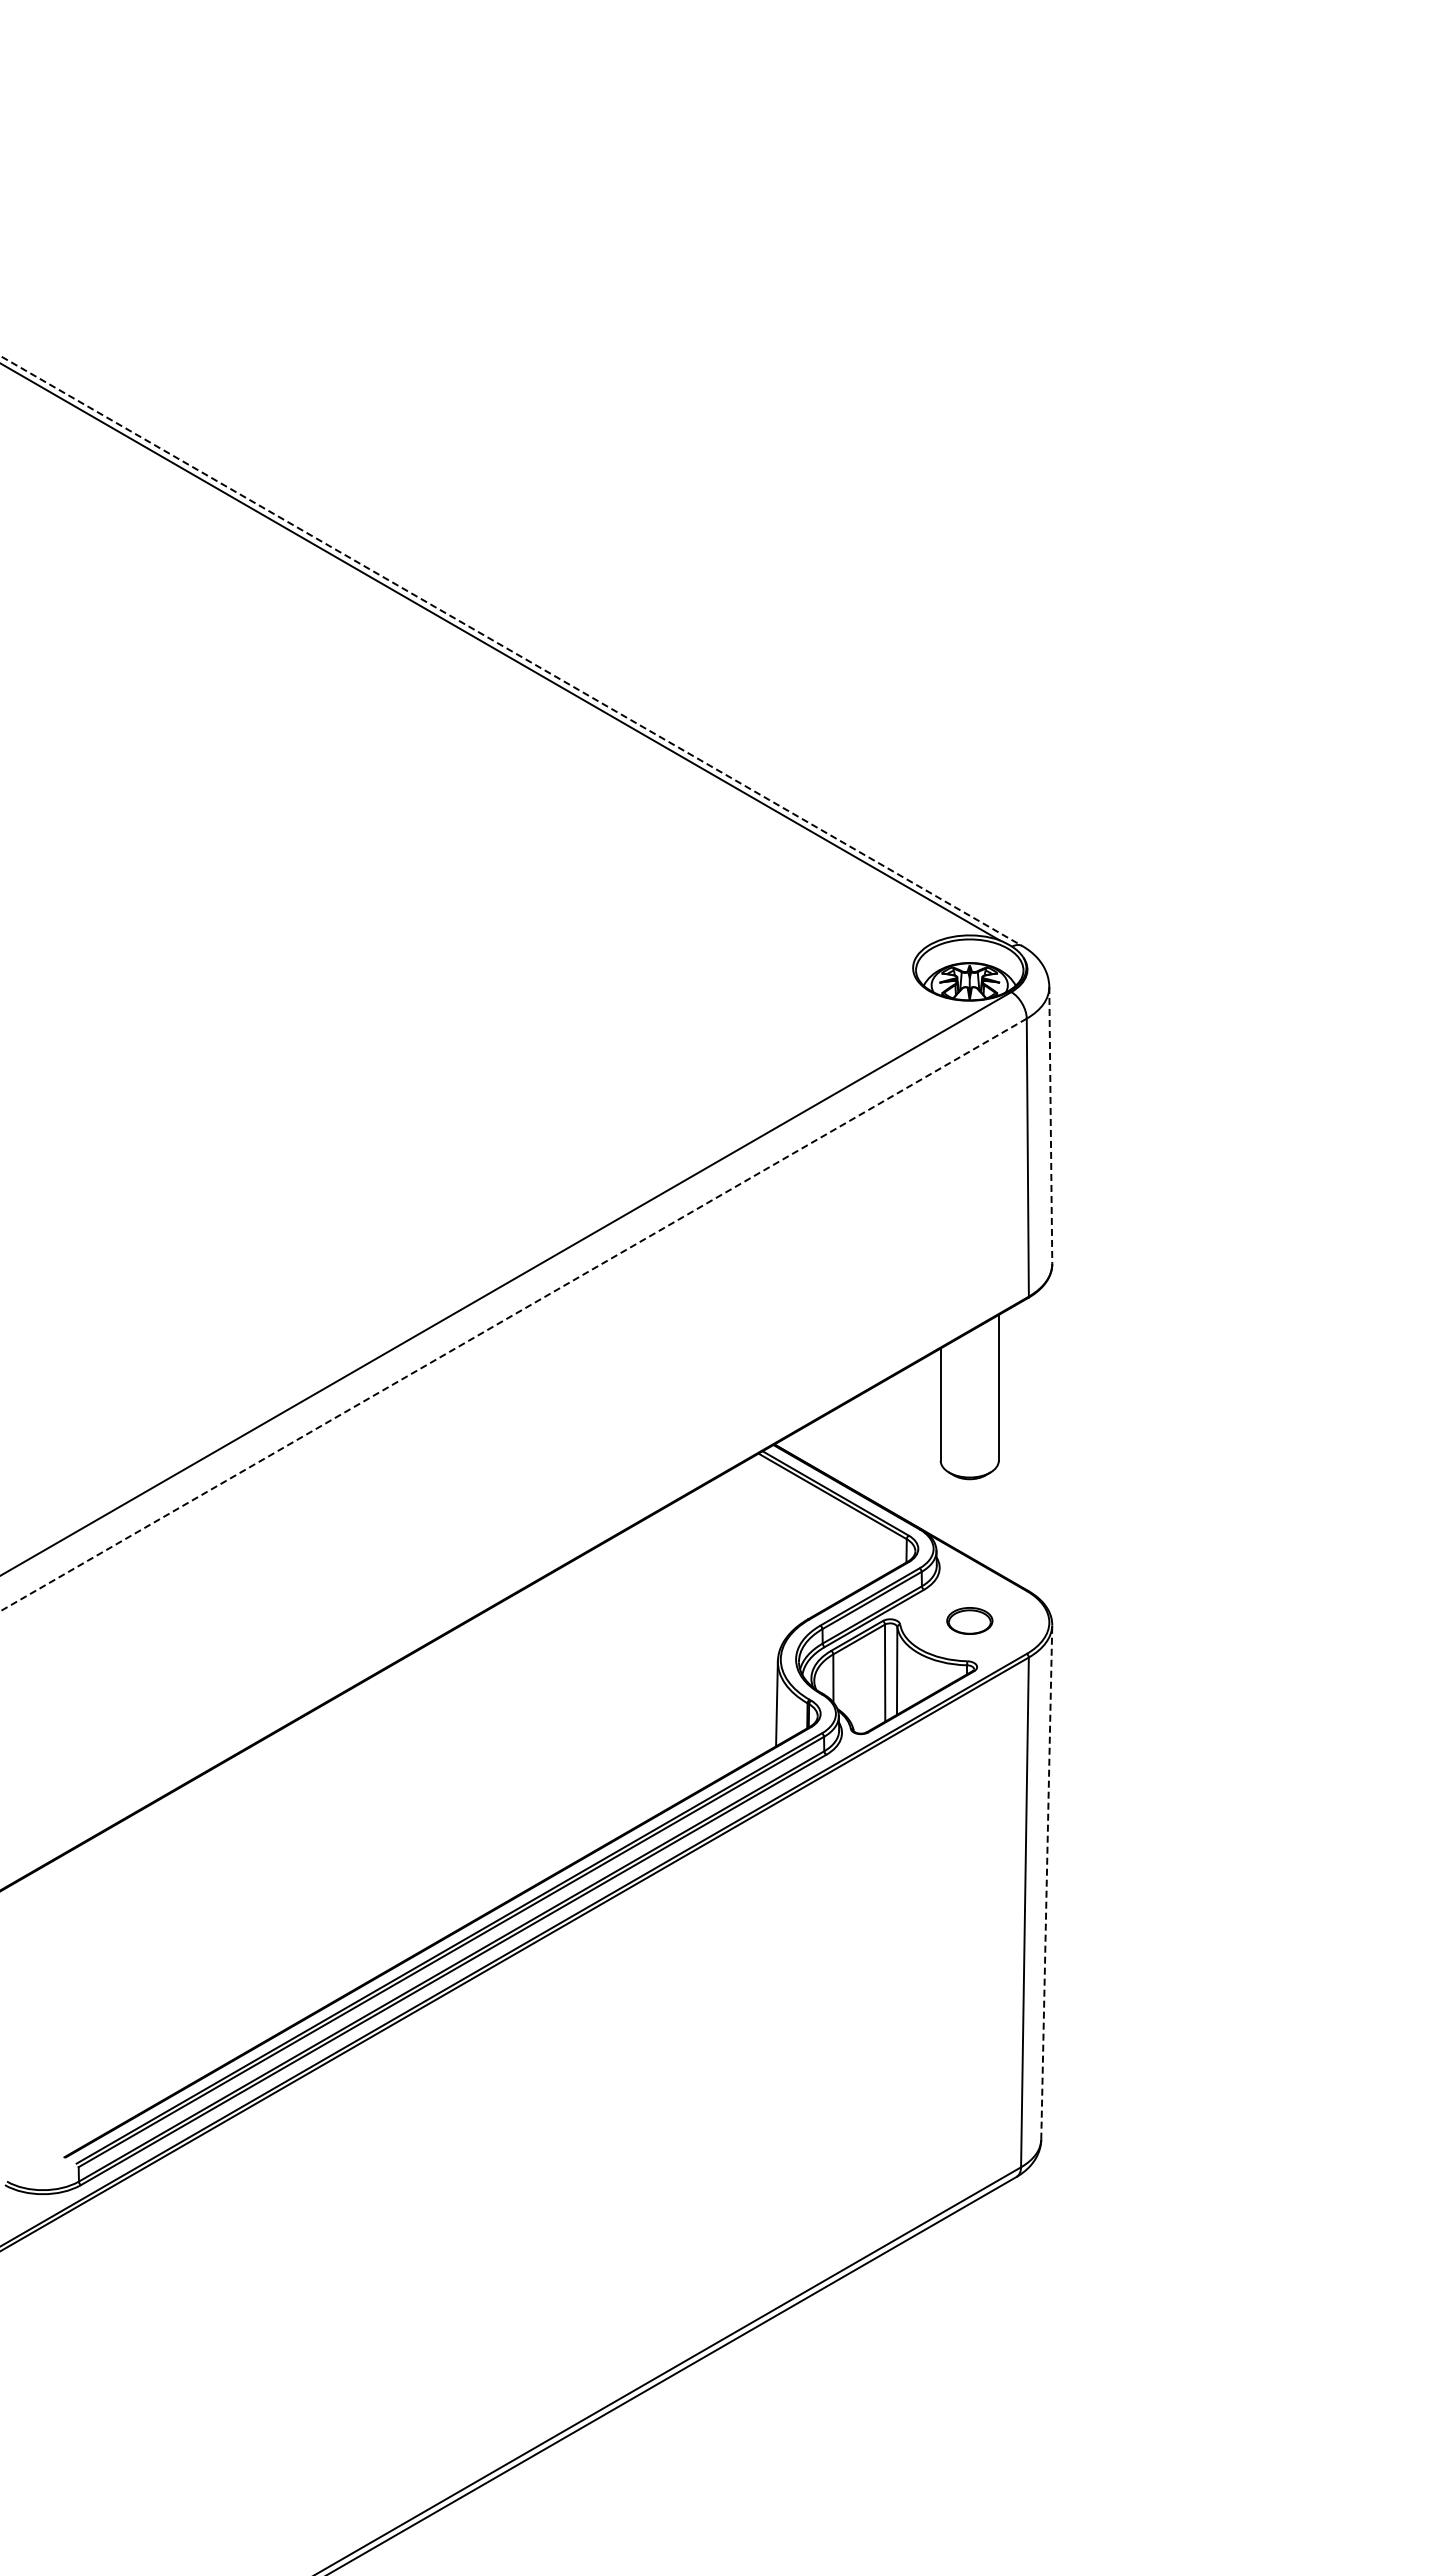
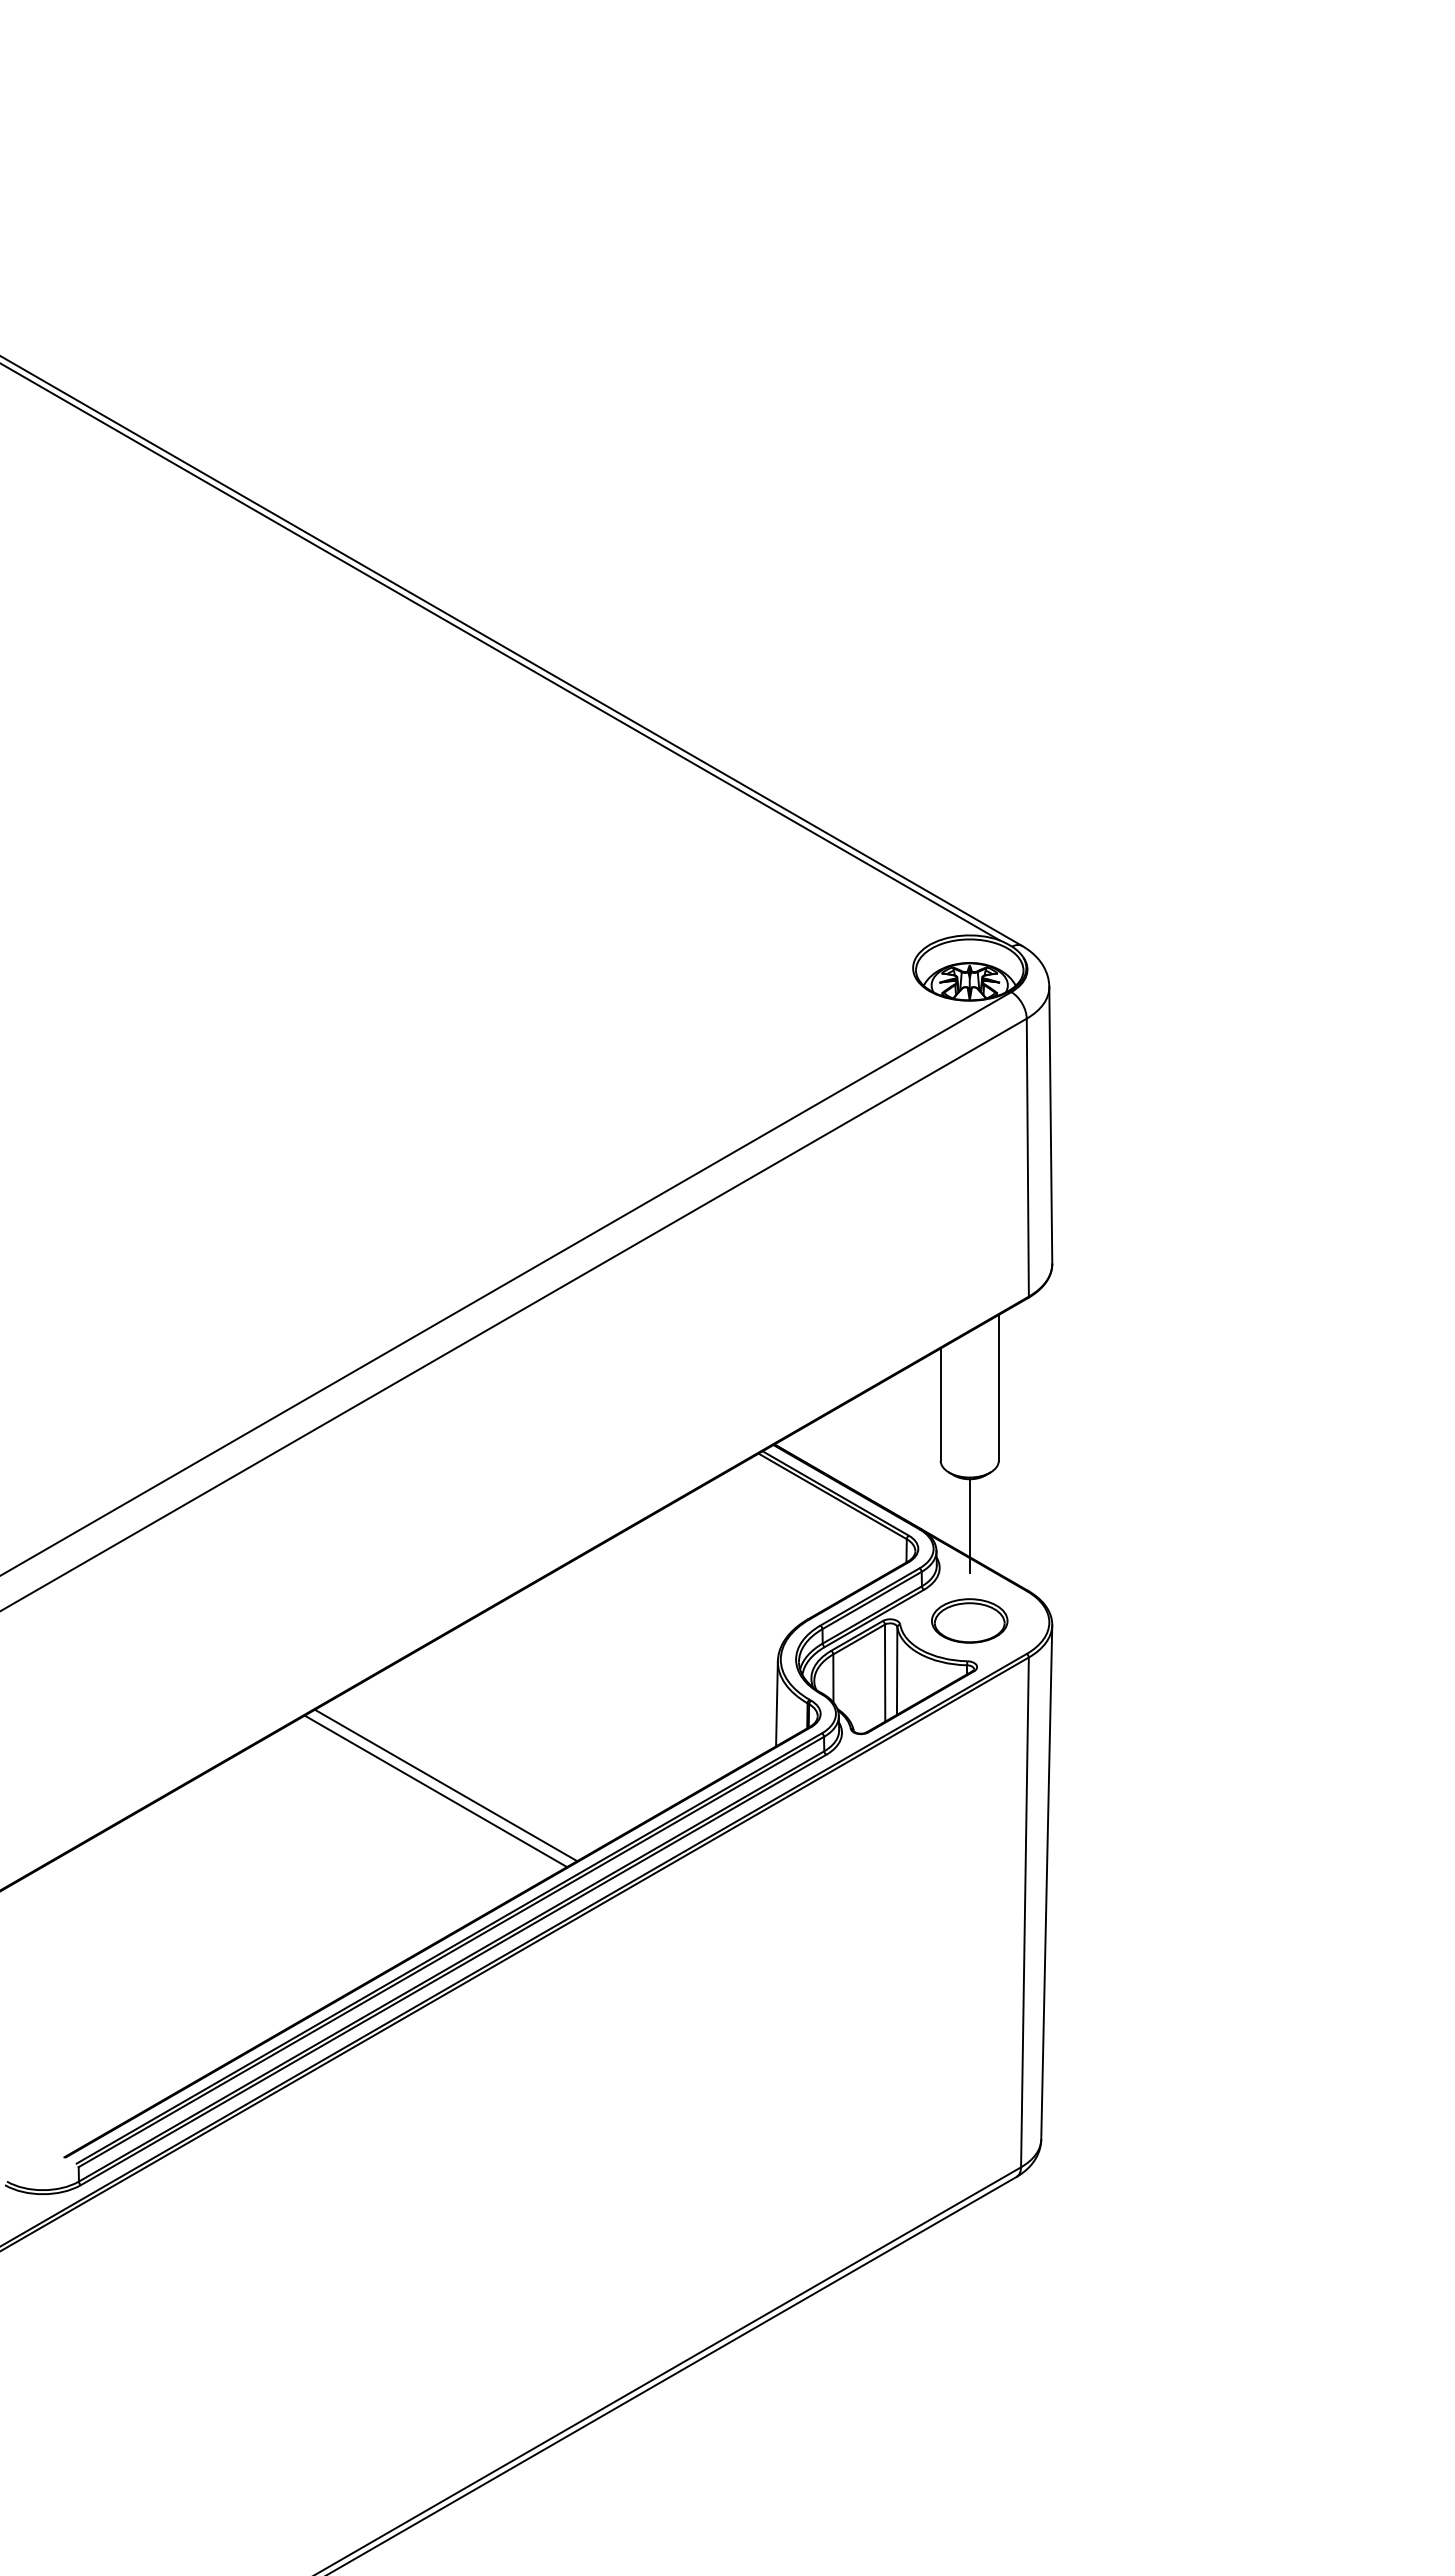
line at (511, 651): dashed -> solid
line at (1050, 1125): dashed -> solid
line at (514, 1314): dashed -> solid
line at (969, 1525): none -> present
part at (969, 1620) size: 48x28 px -> 78x46 px
line at (445, 1785): none -> present
line at (435, 1791): none -> present
line at (1046, 1882): dashed -> solid
